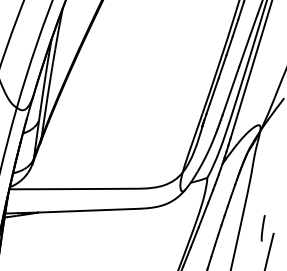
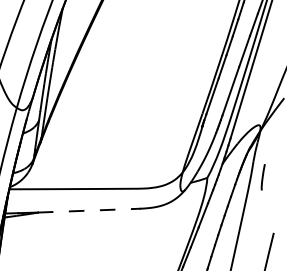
line at (86, 210): solid -> dashed
line at (262, 228) position: (262, 228) -> (262, 177)
